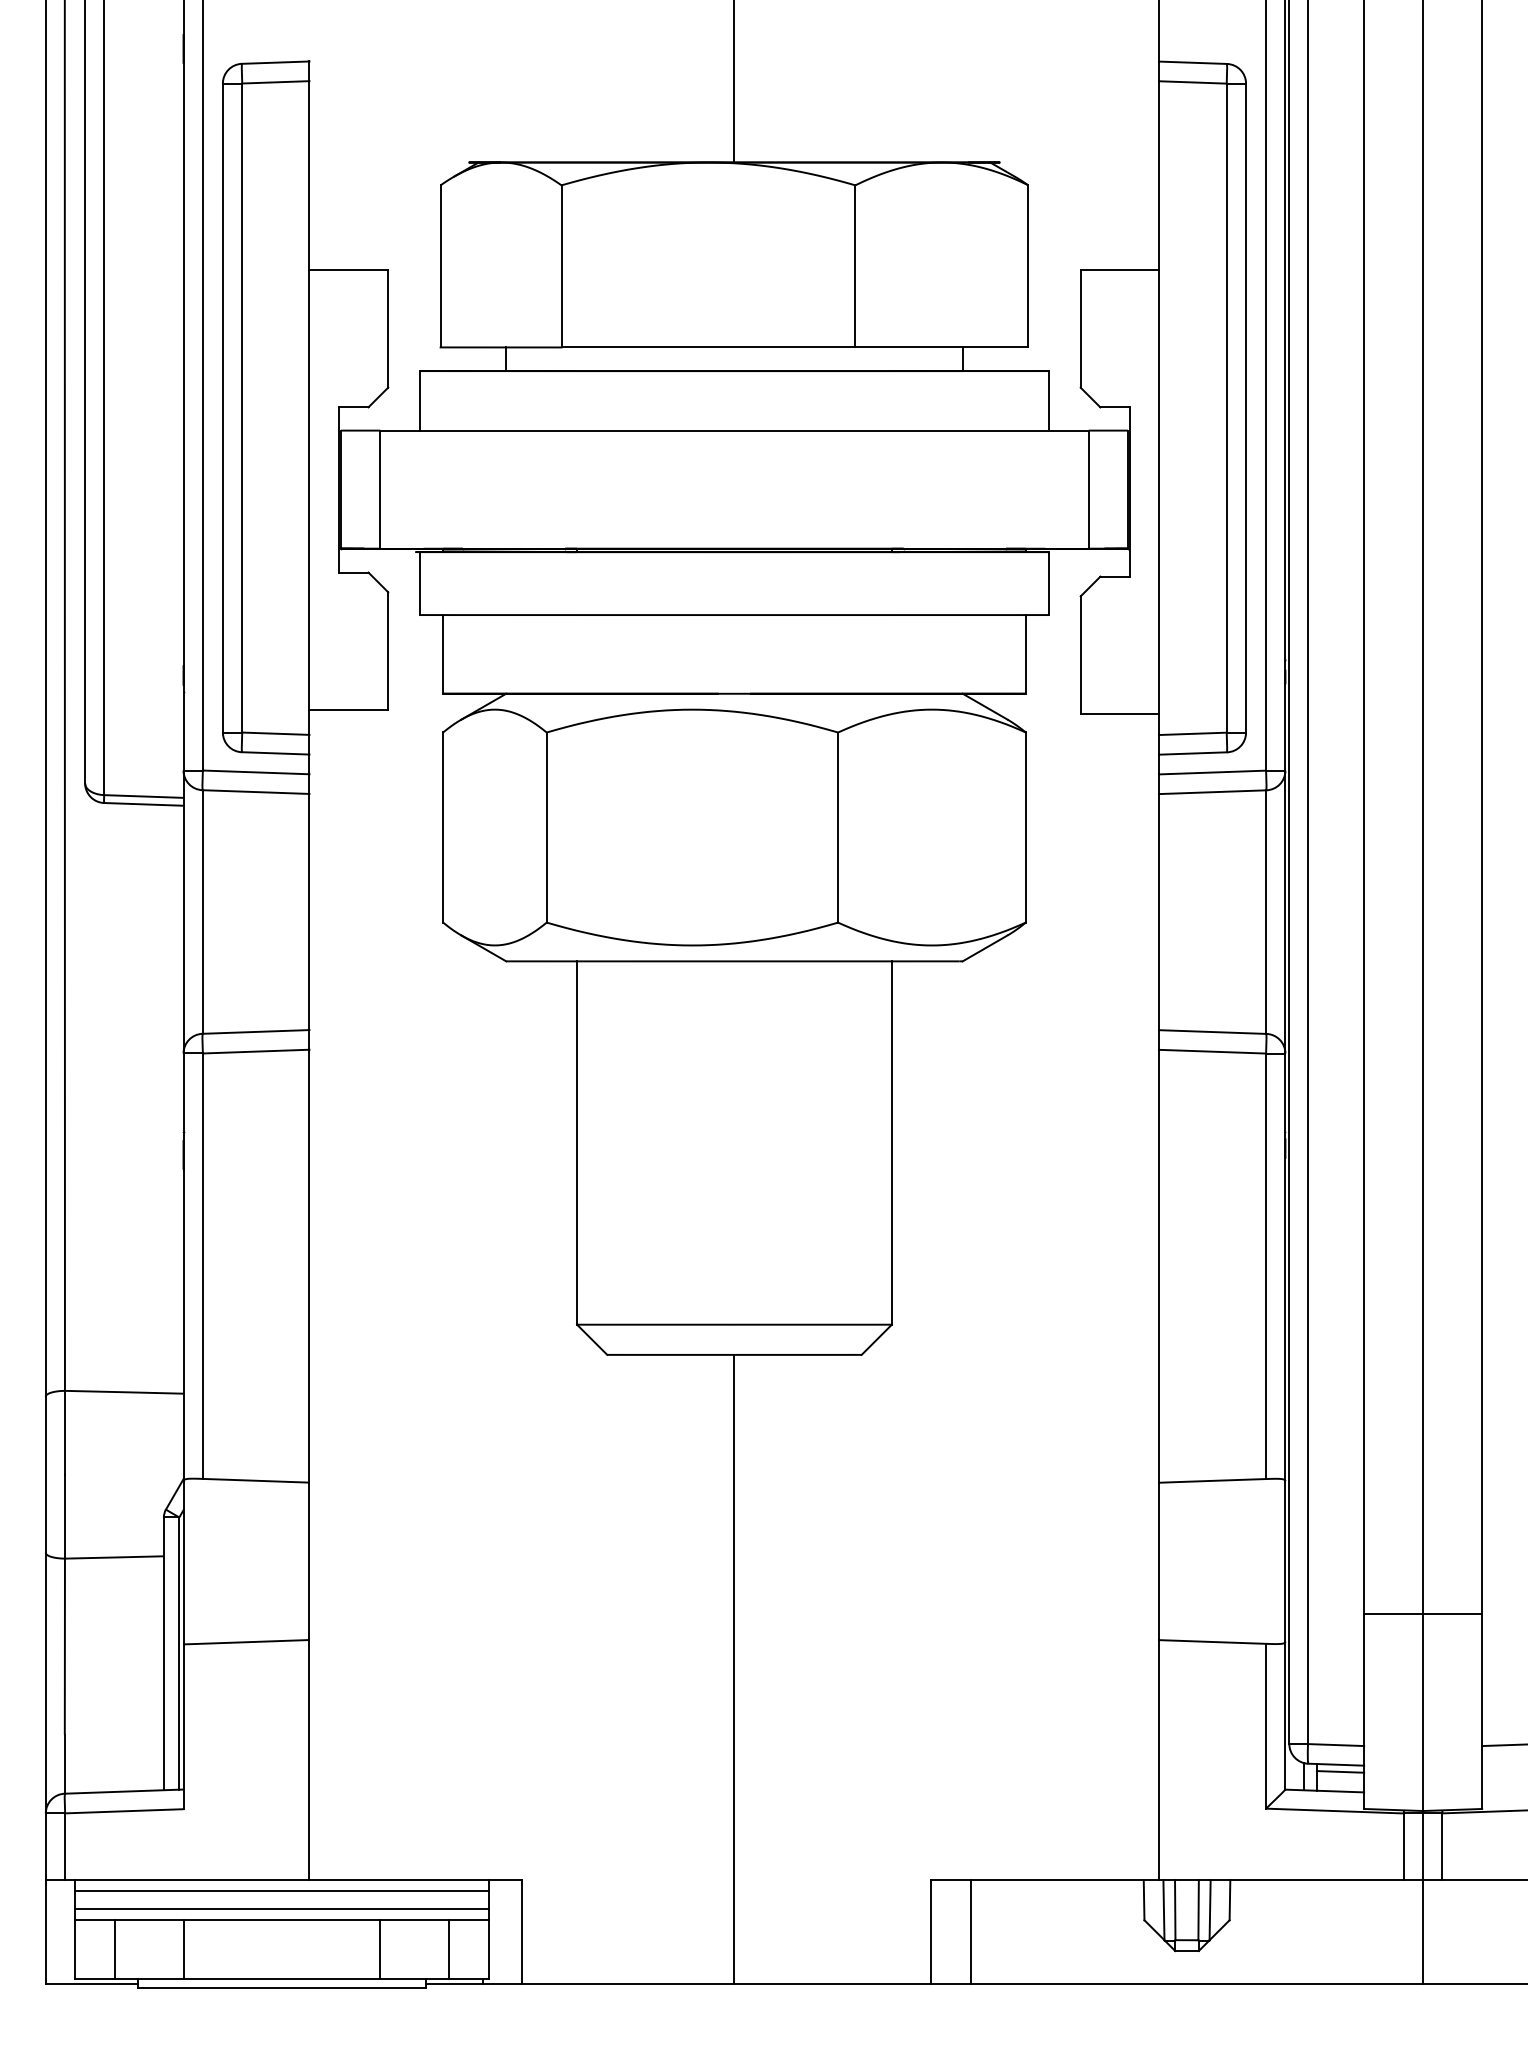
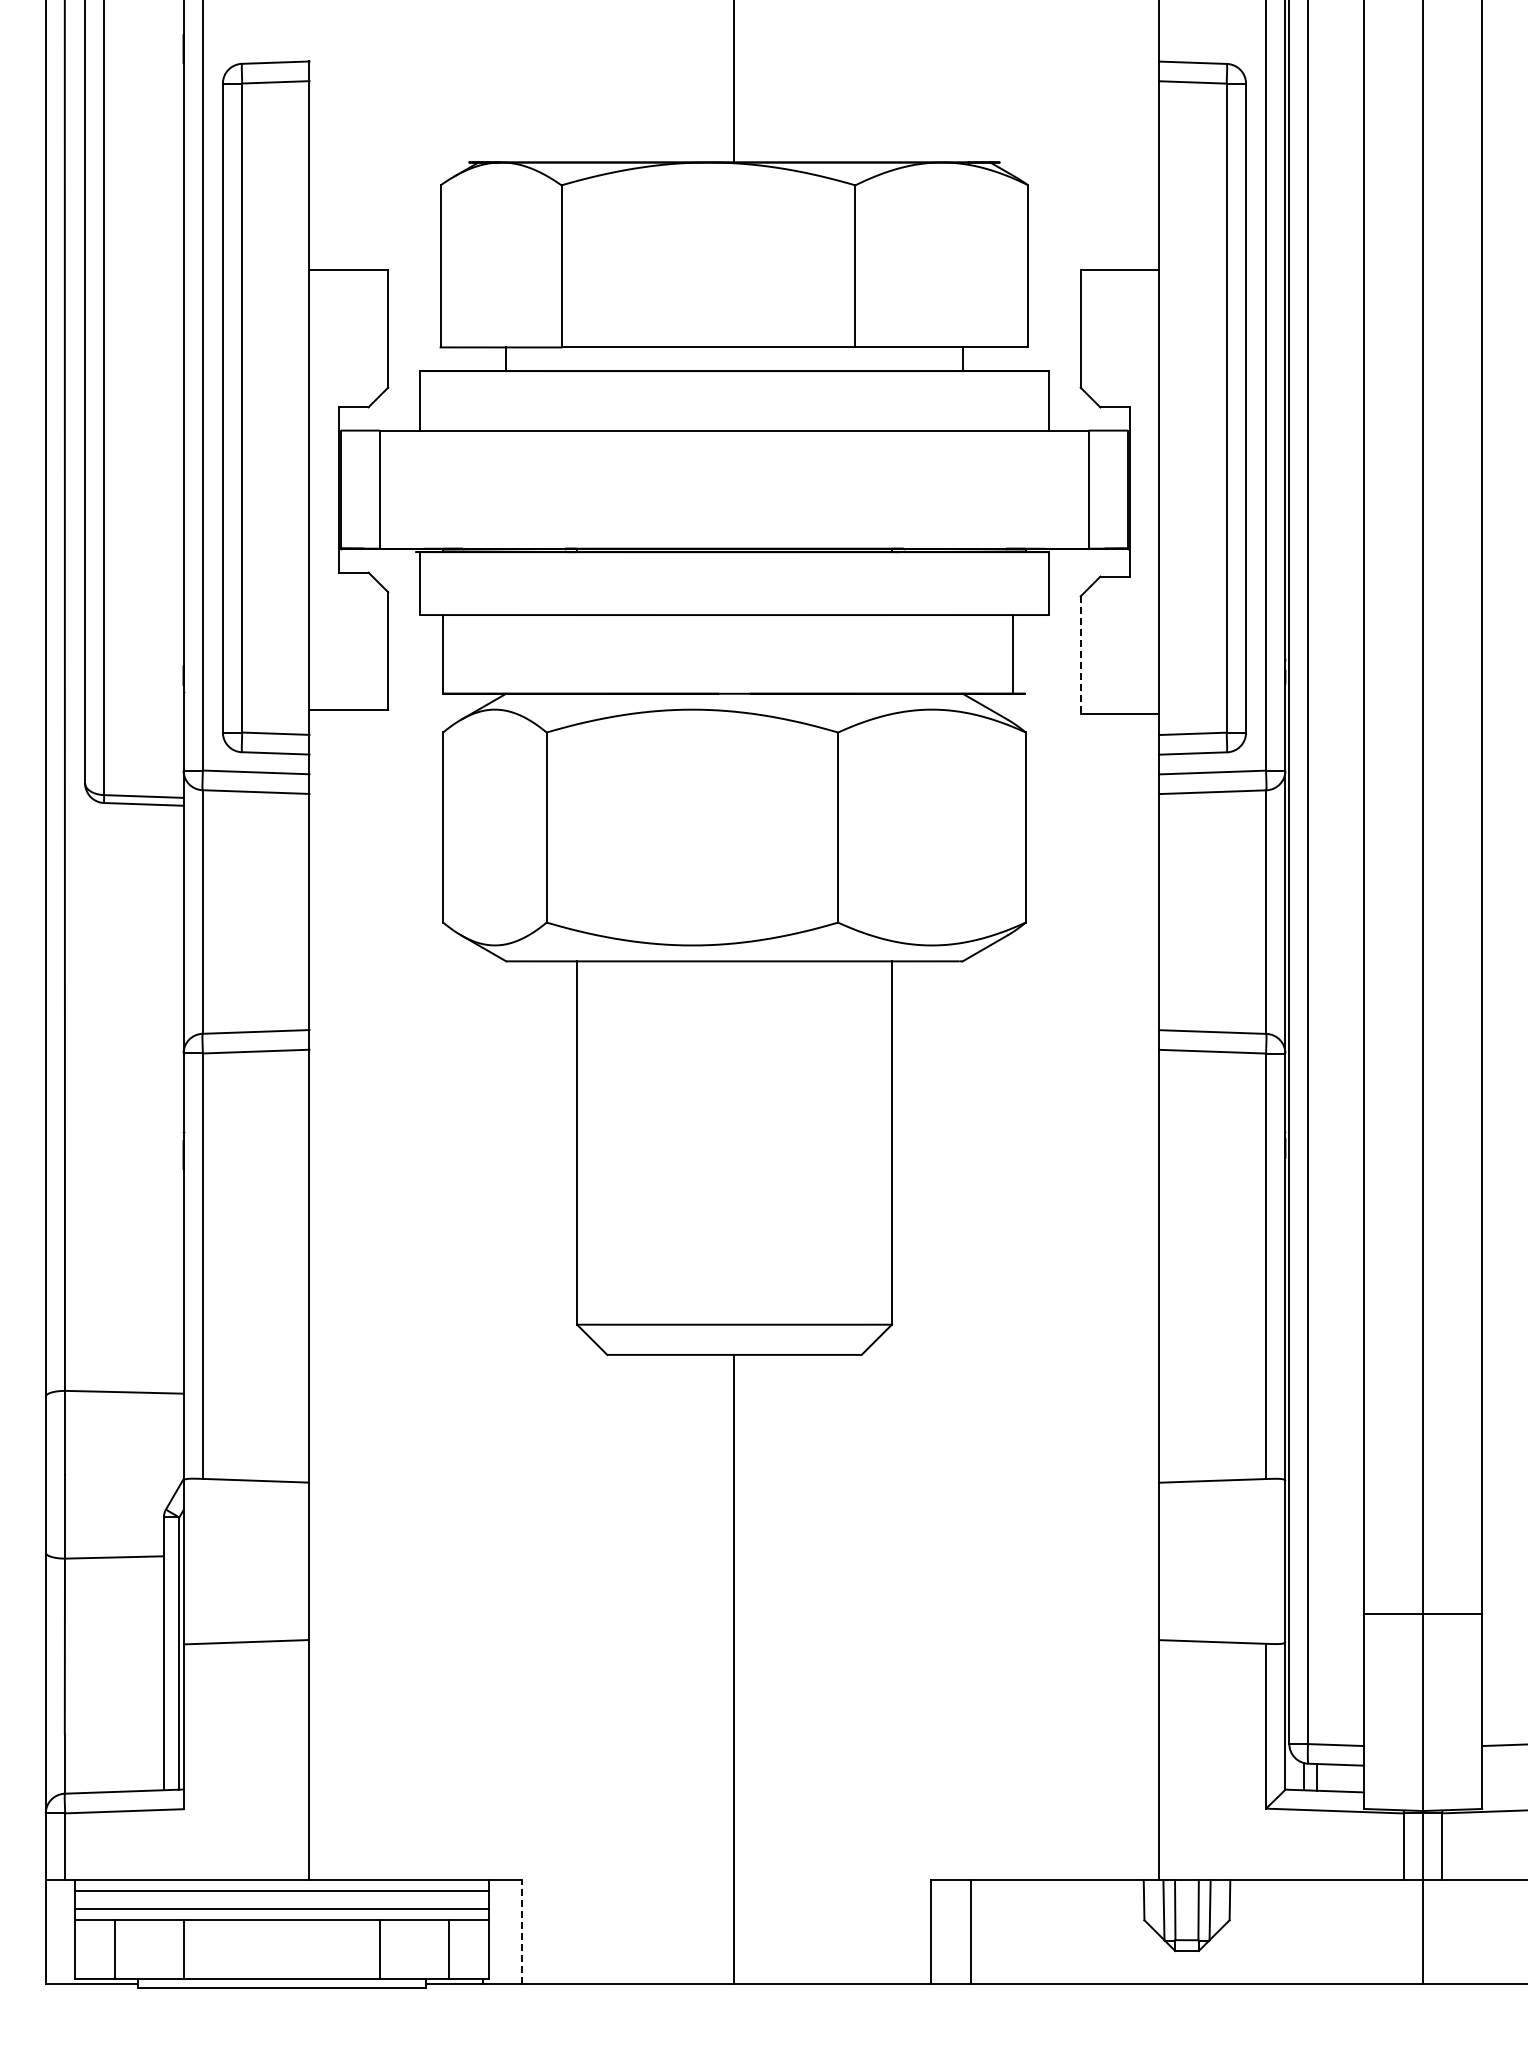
line at (1025, 654) position: (1025, 654) -> (1012, 654)
line at (1080, 655): solid -> dashed
line at (1340, 1771): present -> none
line at (521, 1931): solid -> dashed
